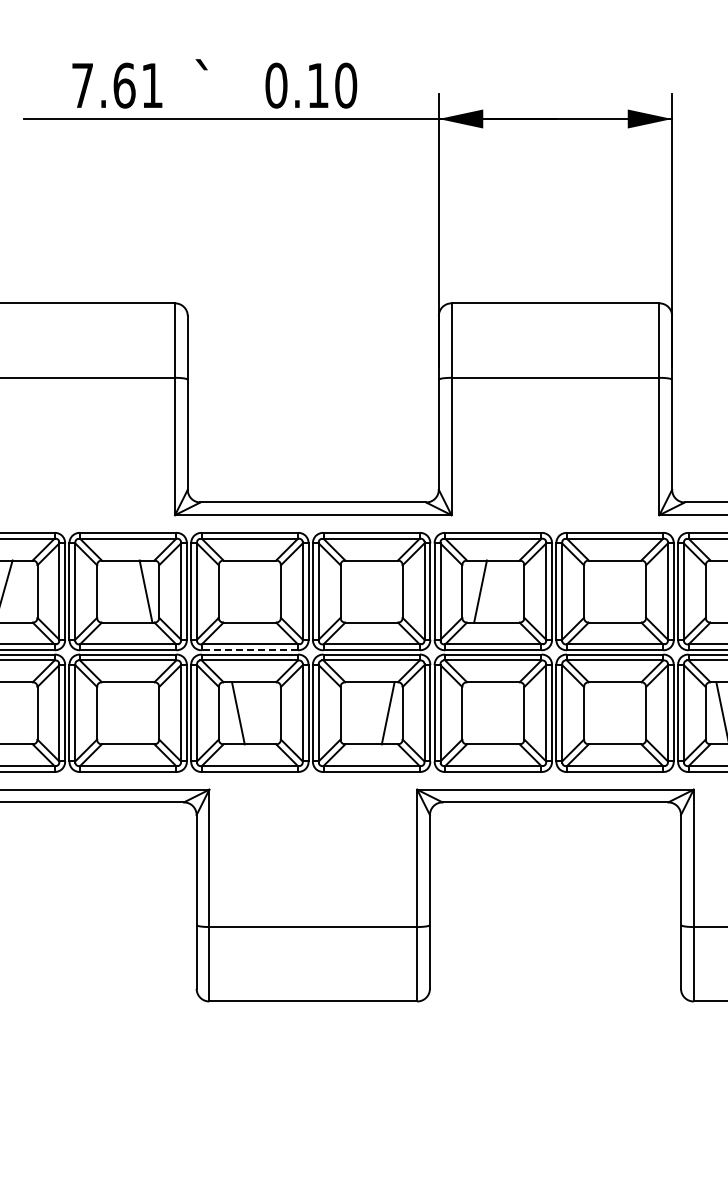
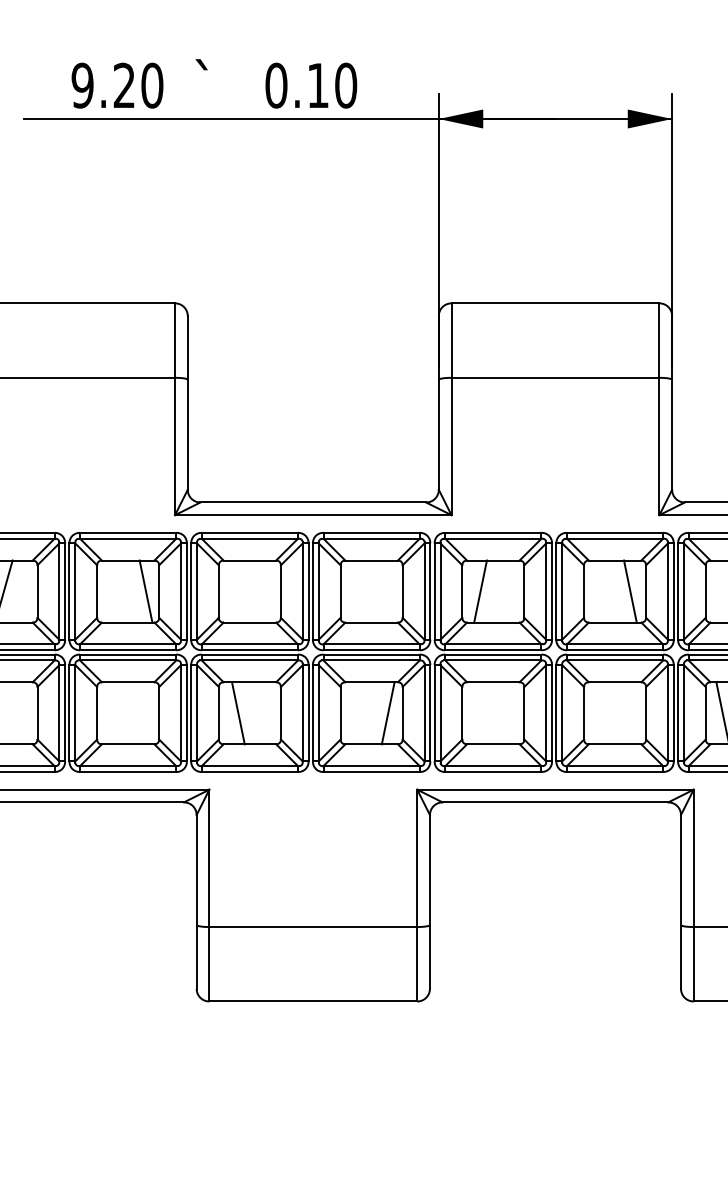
text at (117, 85): 7.61 -> 9.20
line at (630, 591): none -> present
line at (249, 650): dashed -> solid
